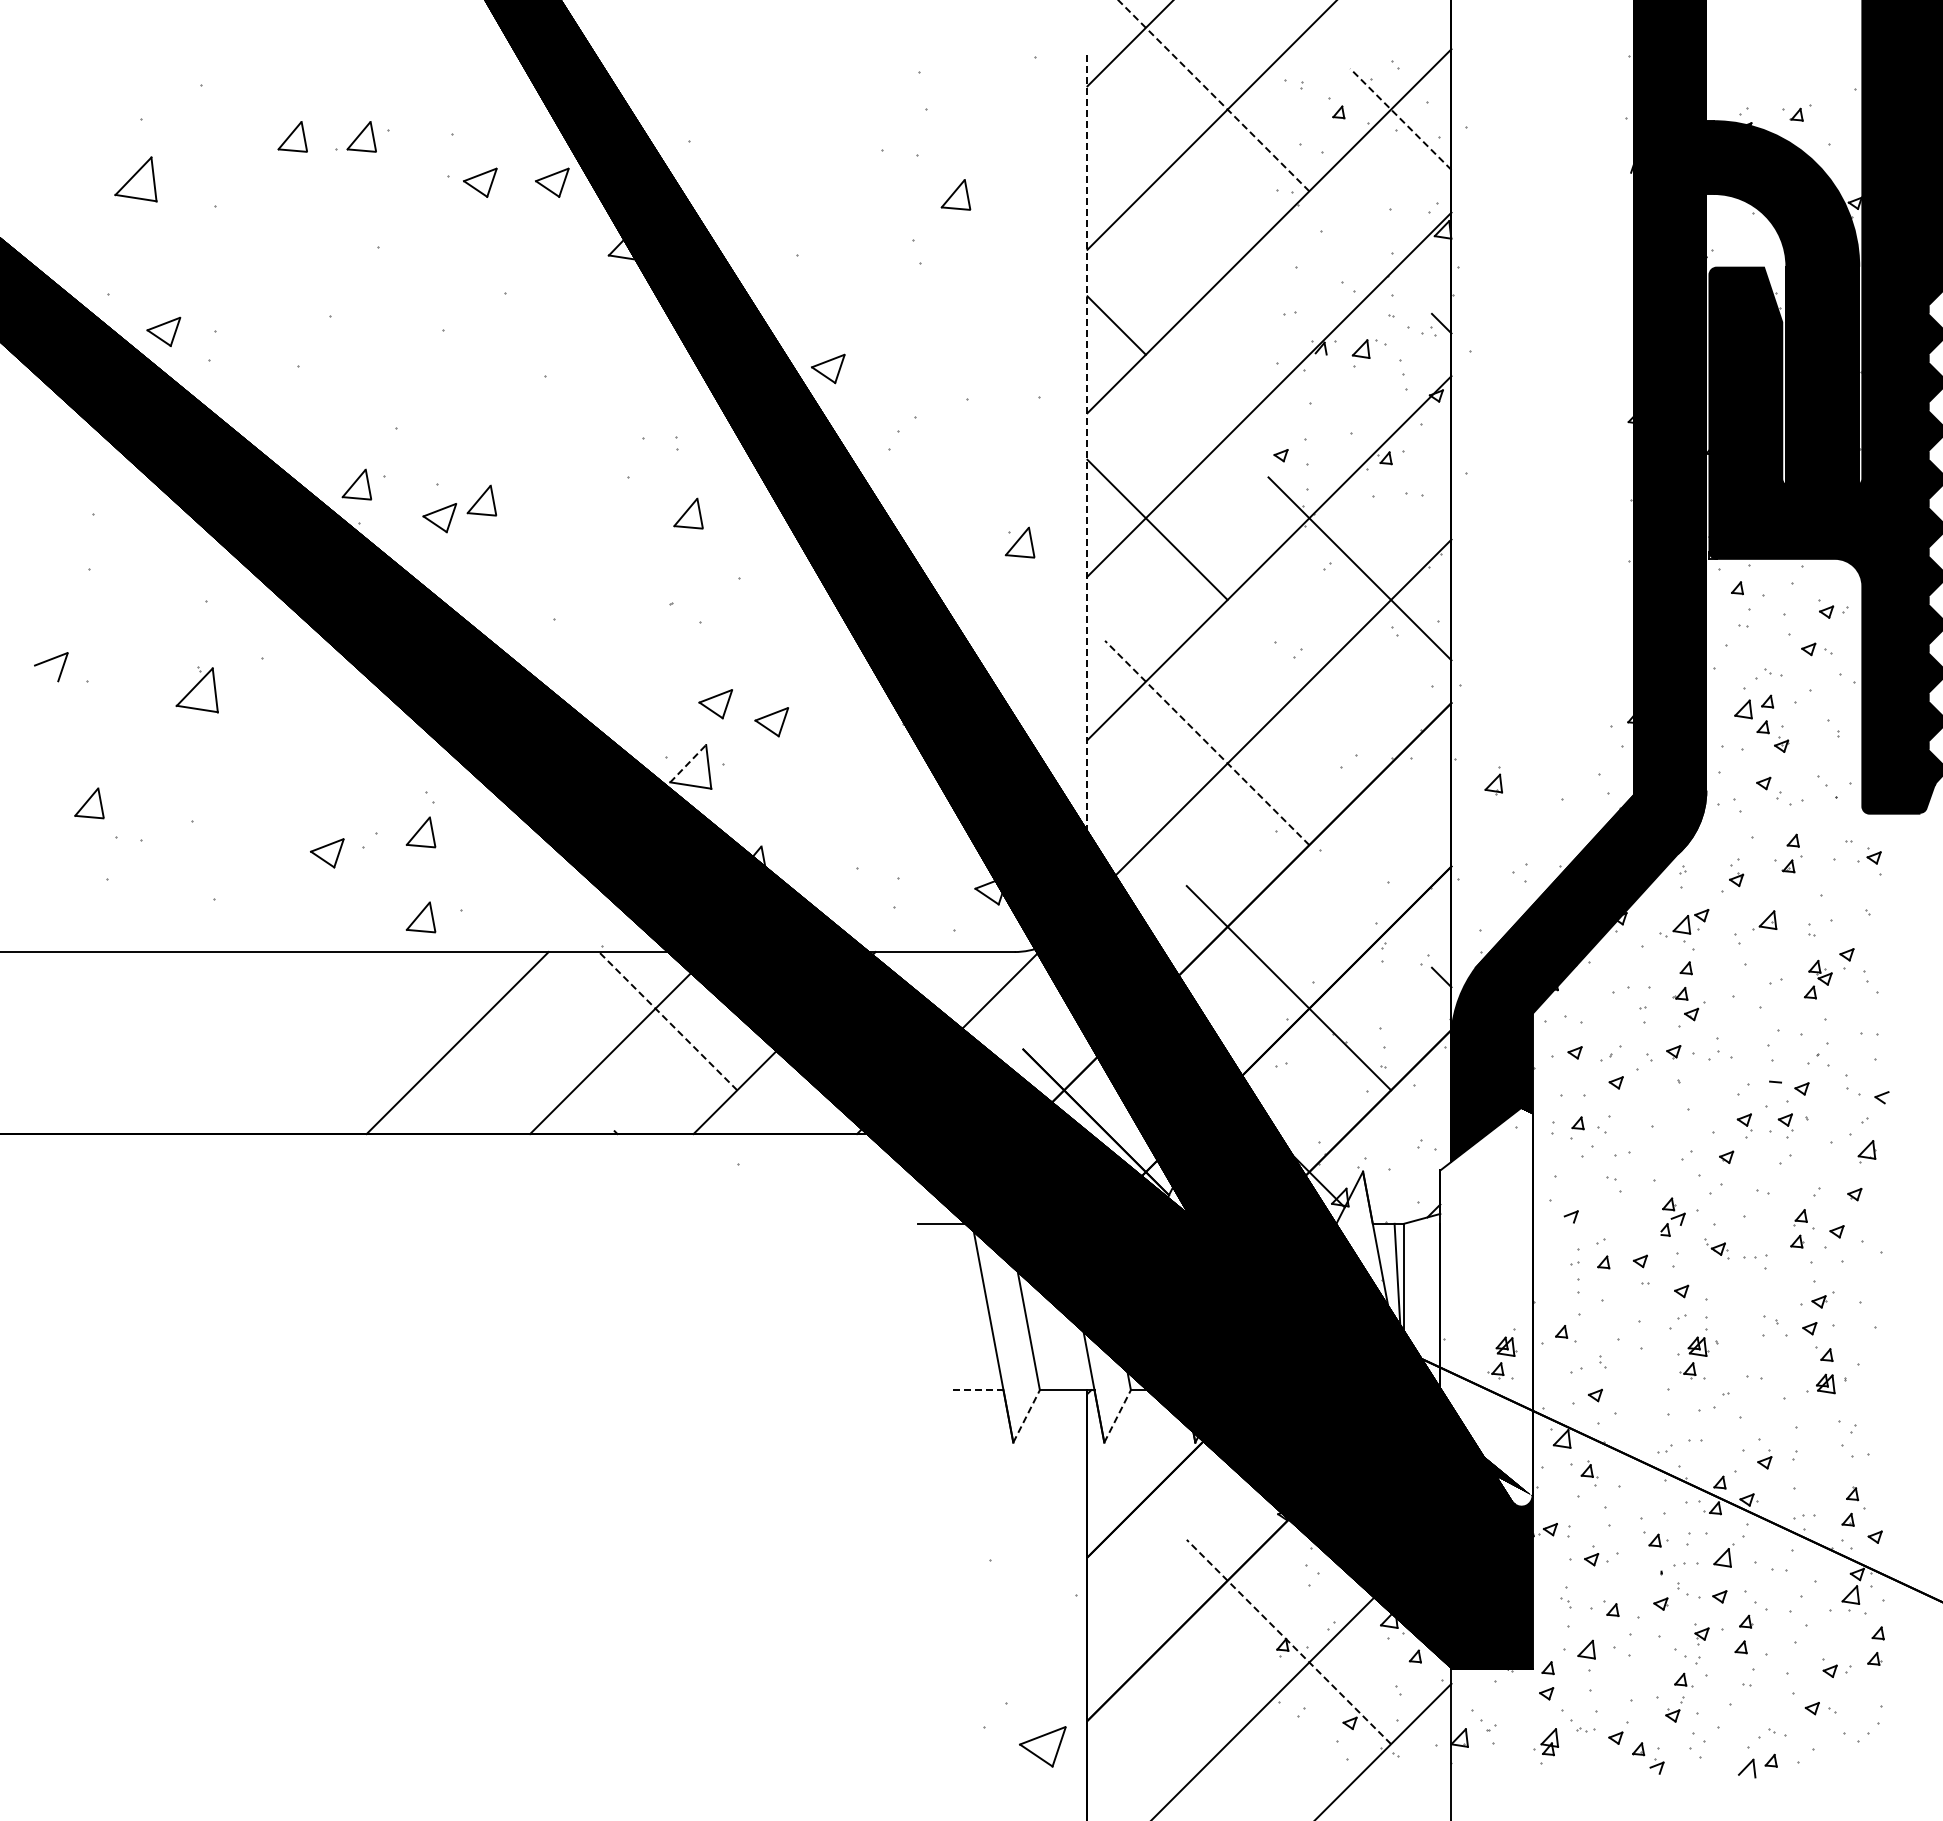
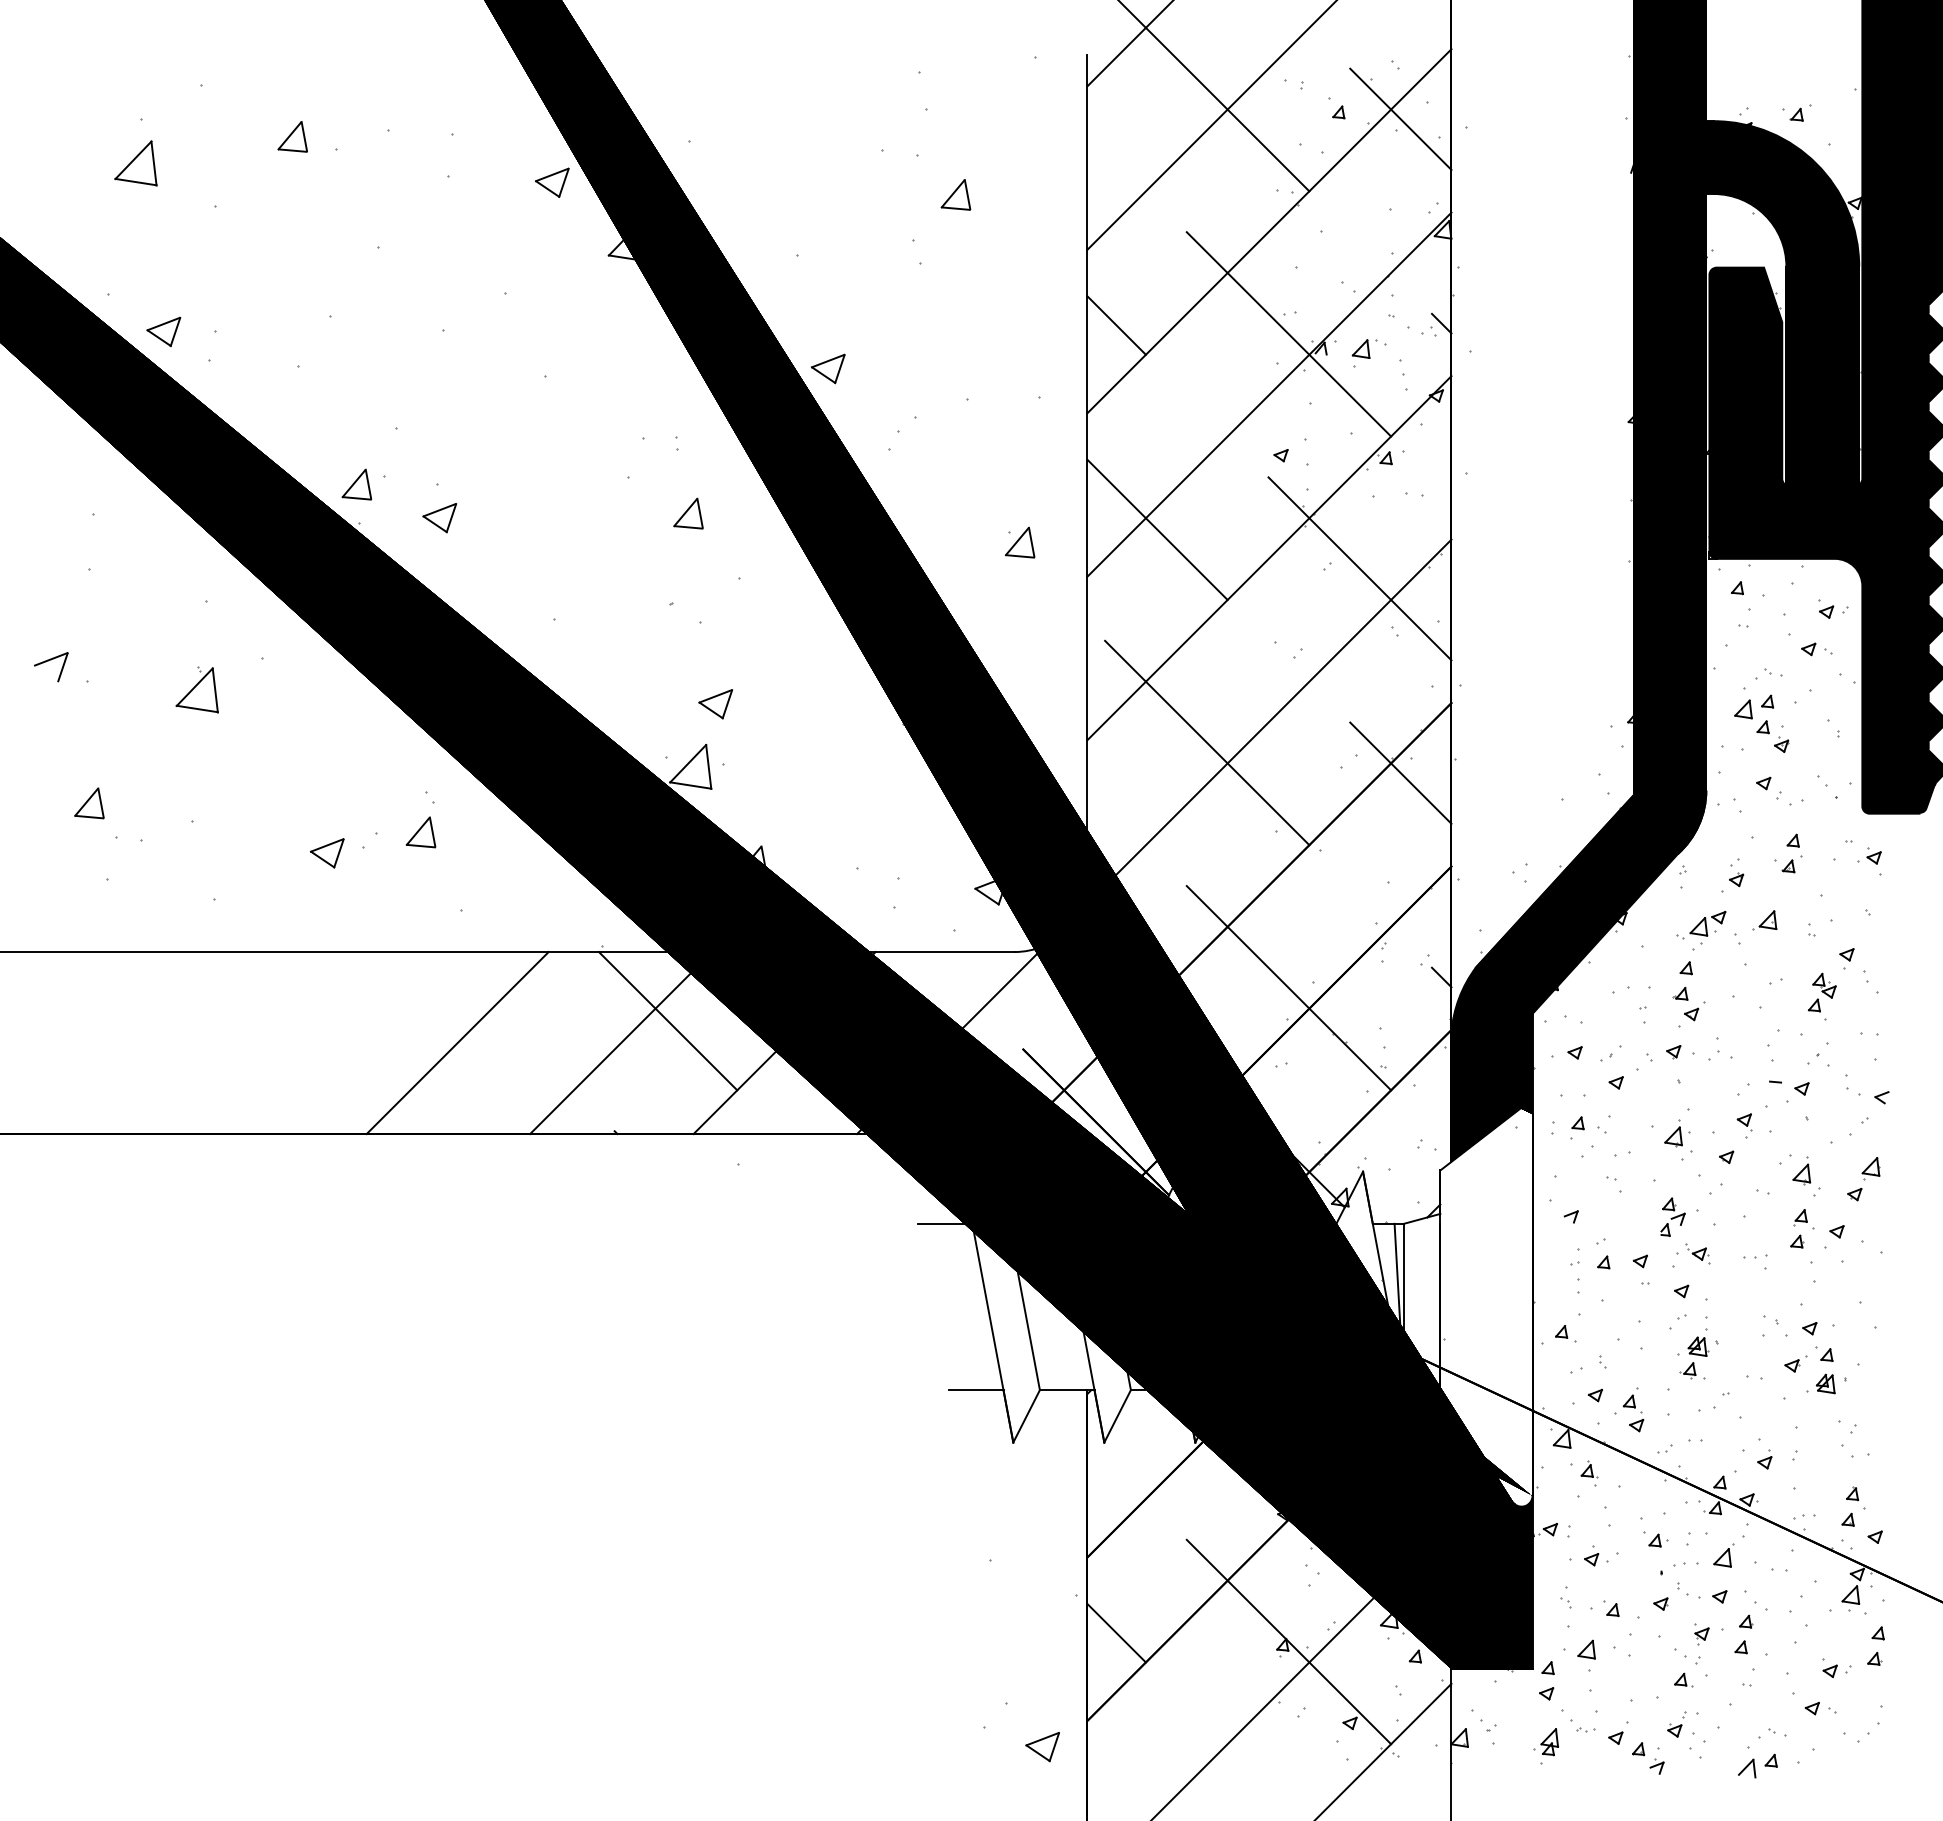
line at (1213, 95): dashed -> solid
line at (1400, 119): dashed -> solid
part at (361, 136): present -> none
part at (135, 179) position: (135, 179) -> (135, 163)
part at (480, 182): present -> none
line at (1288, 334): none -> present
line at (1087, 467): dashed -> solid
part at (481, 500): present -> none
part at (771, 722): present -> none
line at (1206, 742): dashed -> solid
line at (688, 763): dashed -> solid
line at (1400, 772): none -> present
part at (1493, 780) position: (1493, 780) -> (1801, 1170)
part at (420, 917): present -> none
part at (1684, 925) position: (1684, 925) -> (1701, 927)
part at (1817, 979) position: (1817, 979) -> (1821, 992)
line at (668, 1021): dashed -> solid
part at (1785, 1125): present -> none
part at (1677, 1133): none -> present
part at (1866, 1151) position: (1866, 1151) -> (1870, 1168)
part at (1716, 1248) position: (1716, 1248) -> (1697, 1253)
part at (1822, 1299) position: (1822, 1299) -> (1795, 1363)
part at (1502, 1353): present -> none
line at (975, 1390): dashed -> solid
part at (1633, 1409): none -> present
line at (1026, 1415): dashed -> solid
line at (1117, 1415): dashed -> solid
line at (1116, 1632): none -> present
line at (1288, 1641): dashed -> solid
part at (1674, 1709) position: (1674, 1709) -> (1676, 1724)
part at (1042, 1746) size: 48x42 px -> 35x31 px
